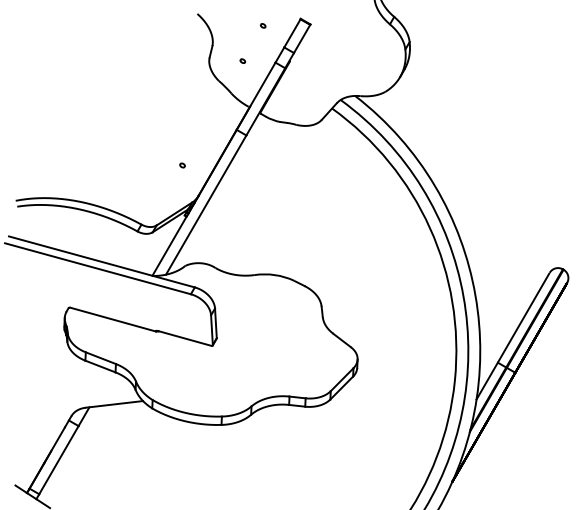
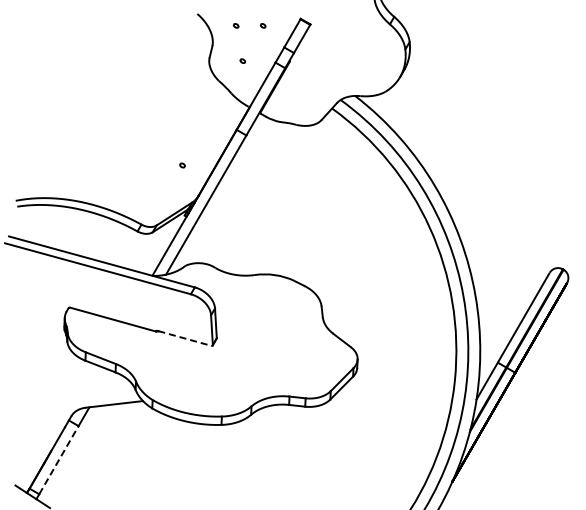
part at (235, 25): none -> present
line at (184, 338): solid -> dashed
line at (59, 459): solid -> dashed
